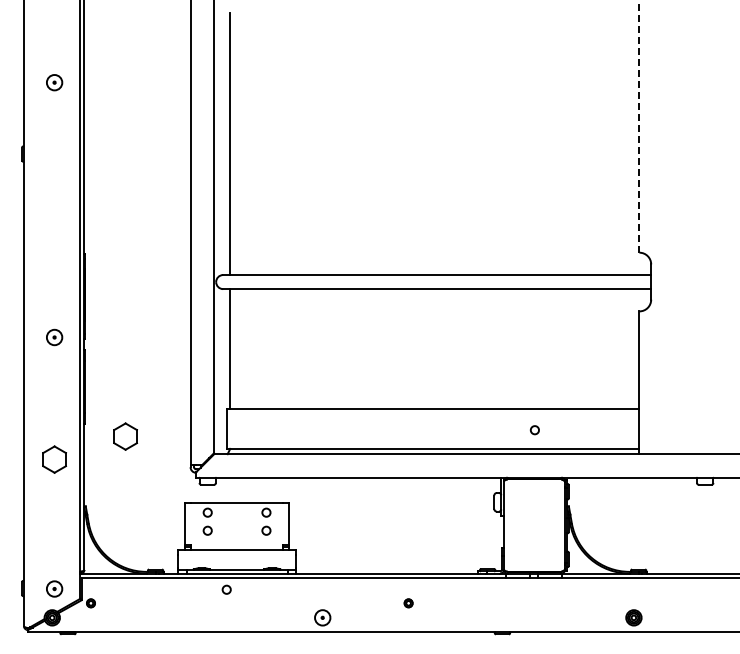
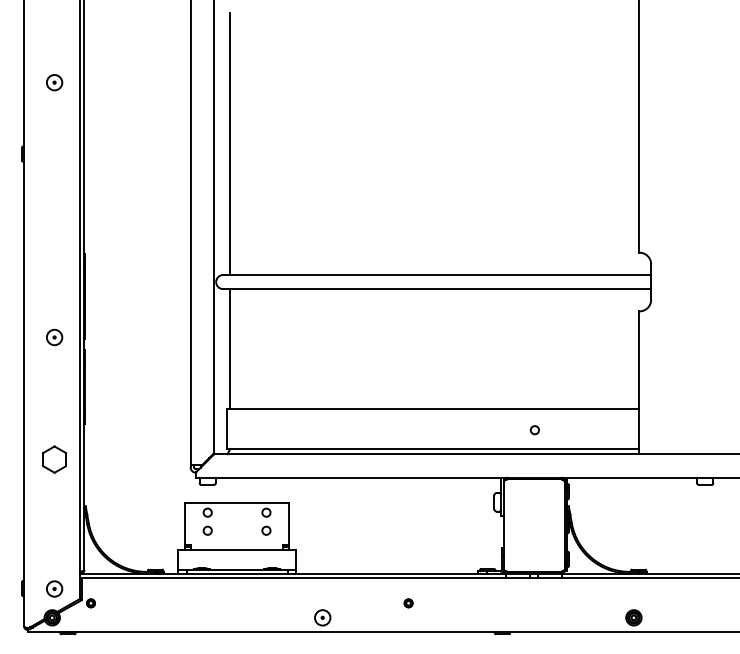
line at (639, 125): dashed -> solid
part at (125, 436): present -> none
circle at (226, 589): present -> none
